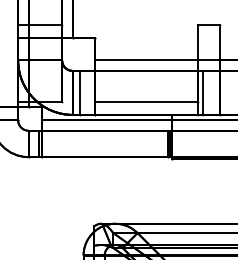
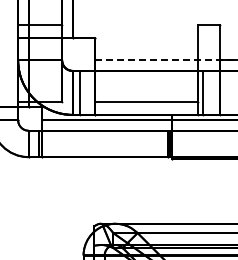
line at (166, 60): solid -> dashed
